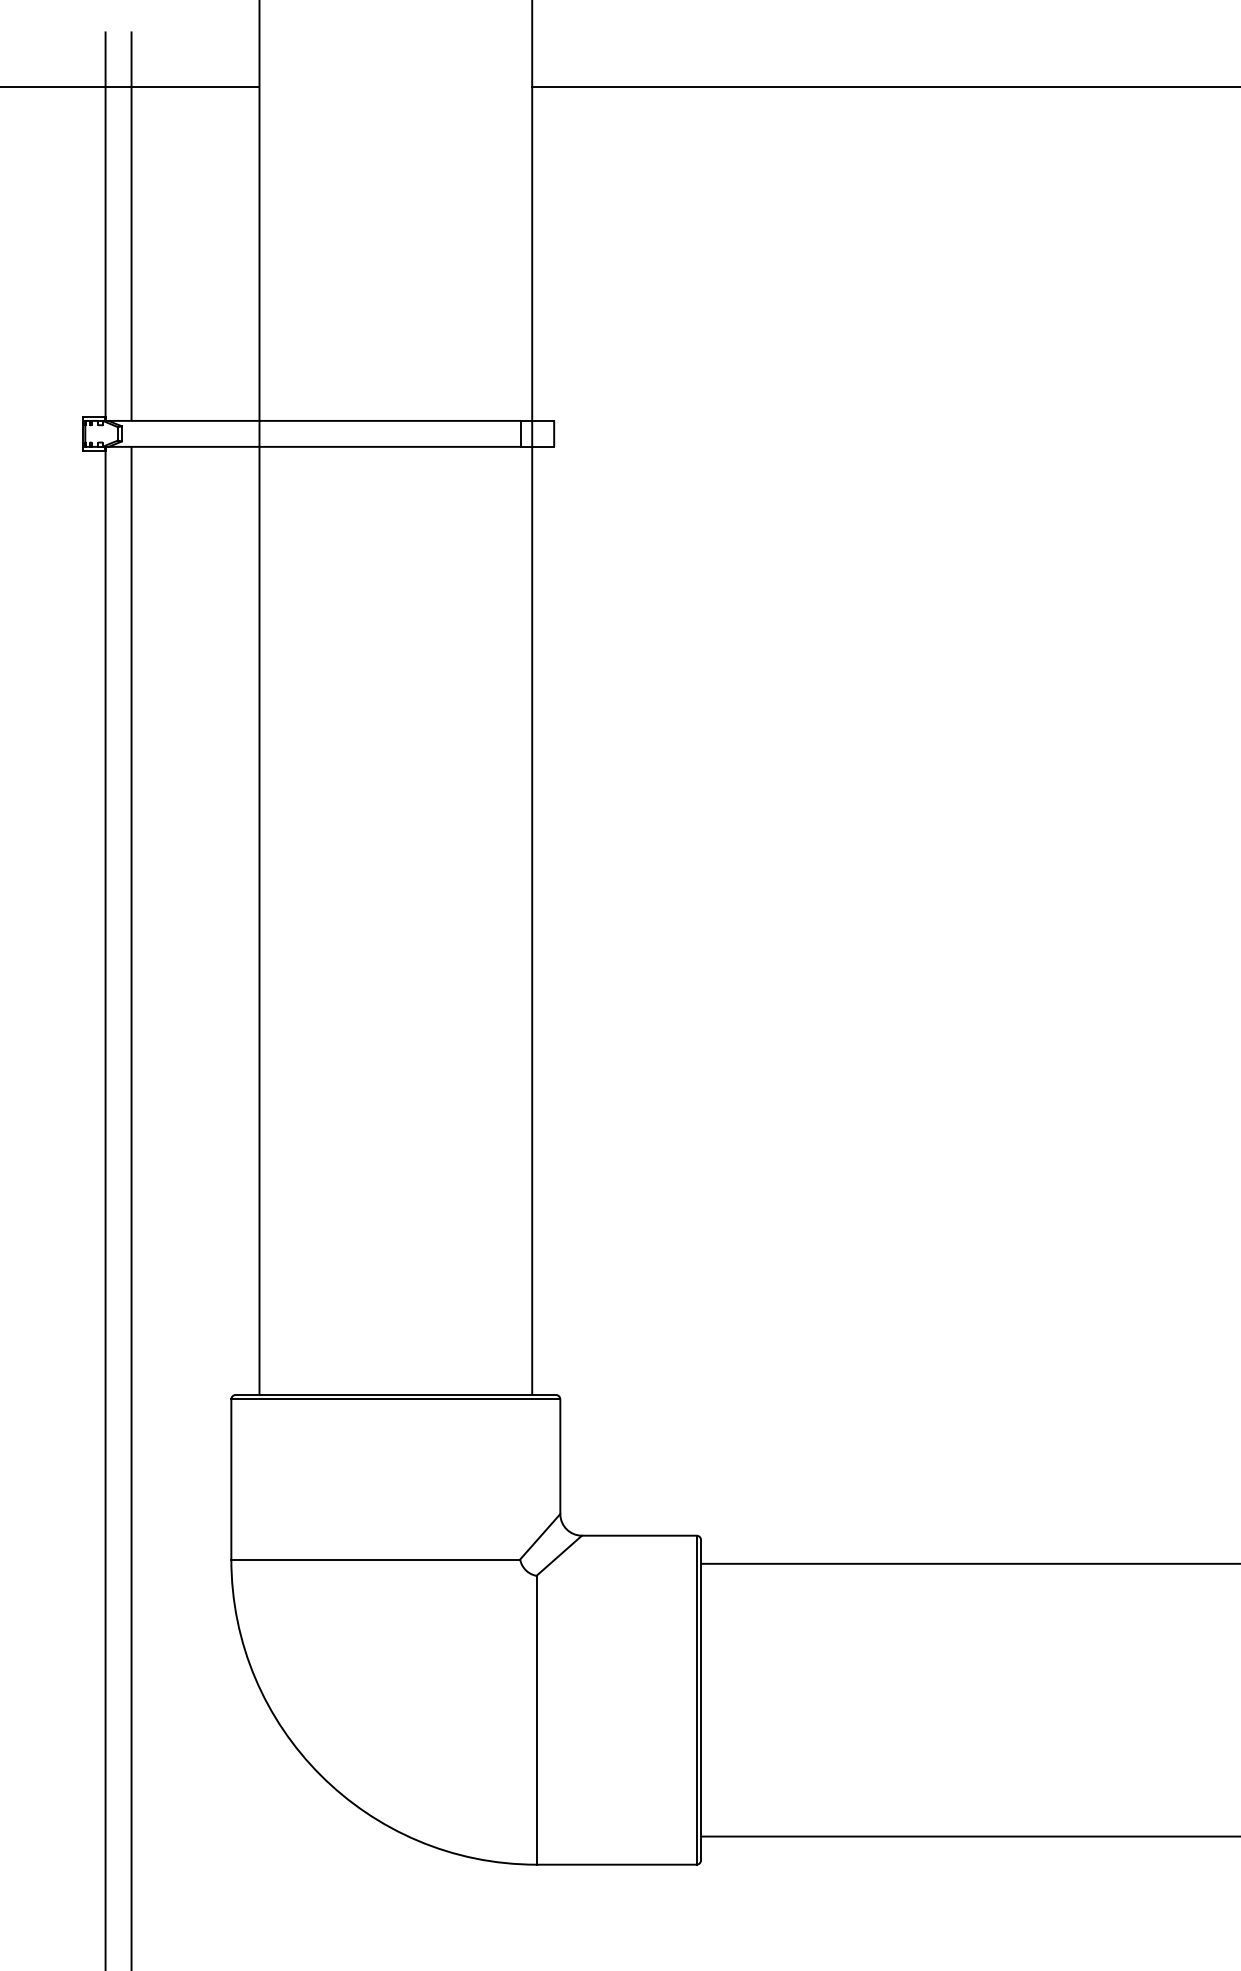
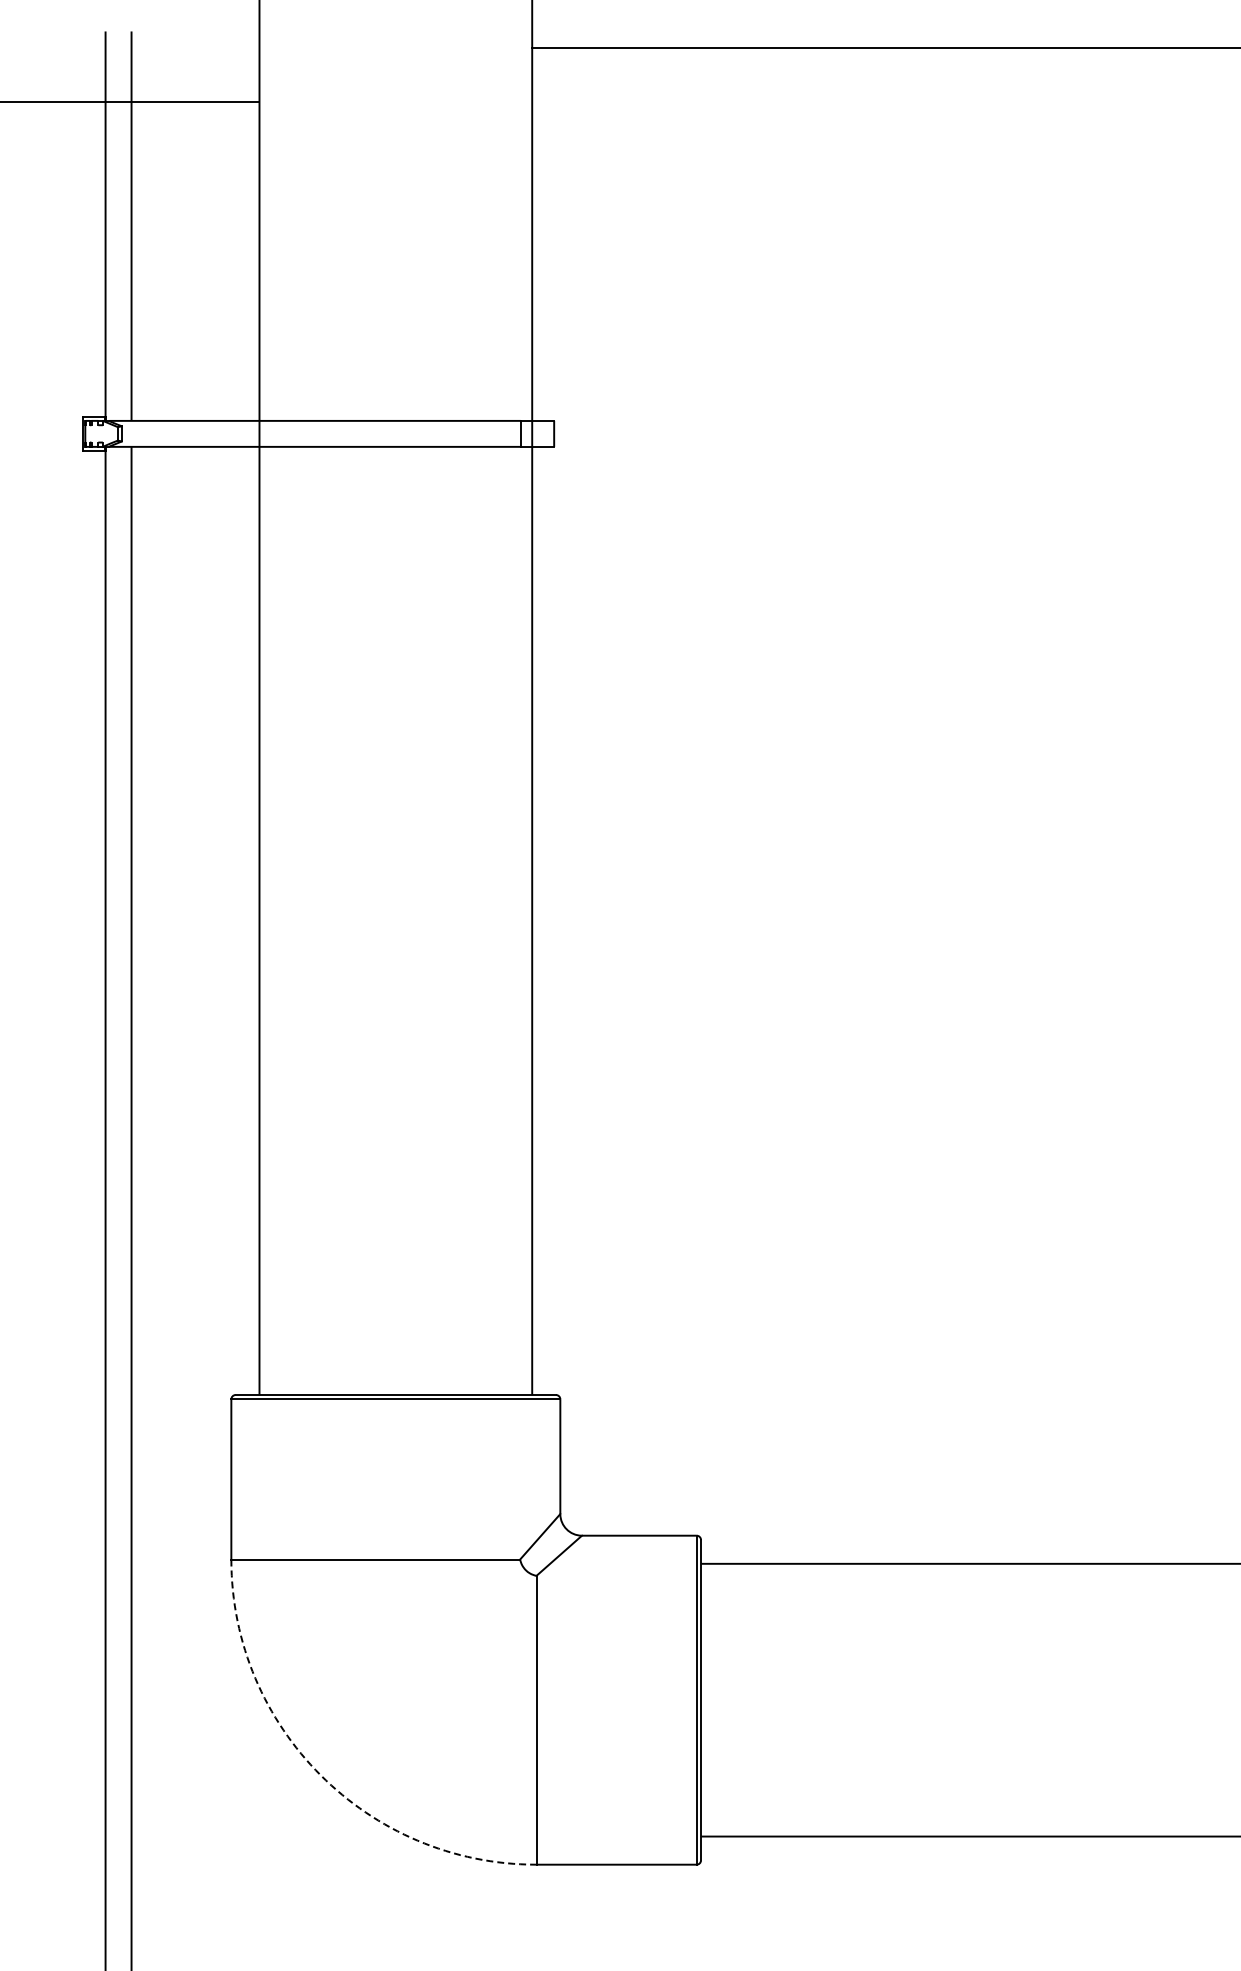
line at (130, 86) position: (130, 86) -> (130, 101)
line at (884, 86) position: (884, 86) -> (884, 47)
arc at (320, 1775): solid -> dashed
